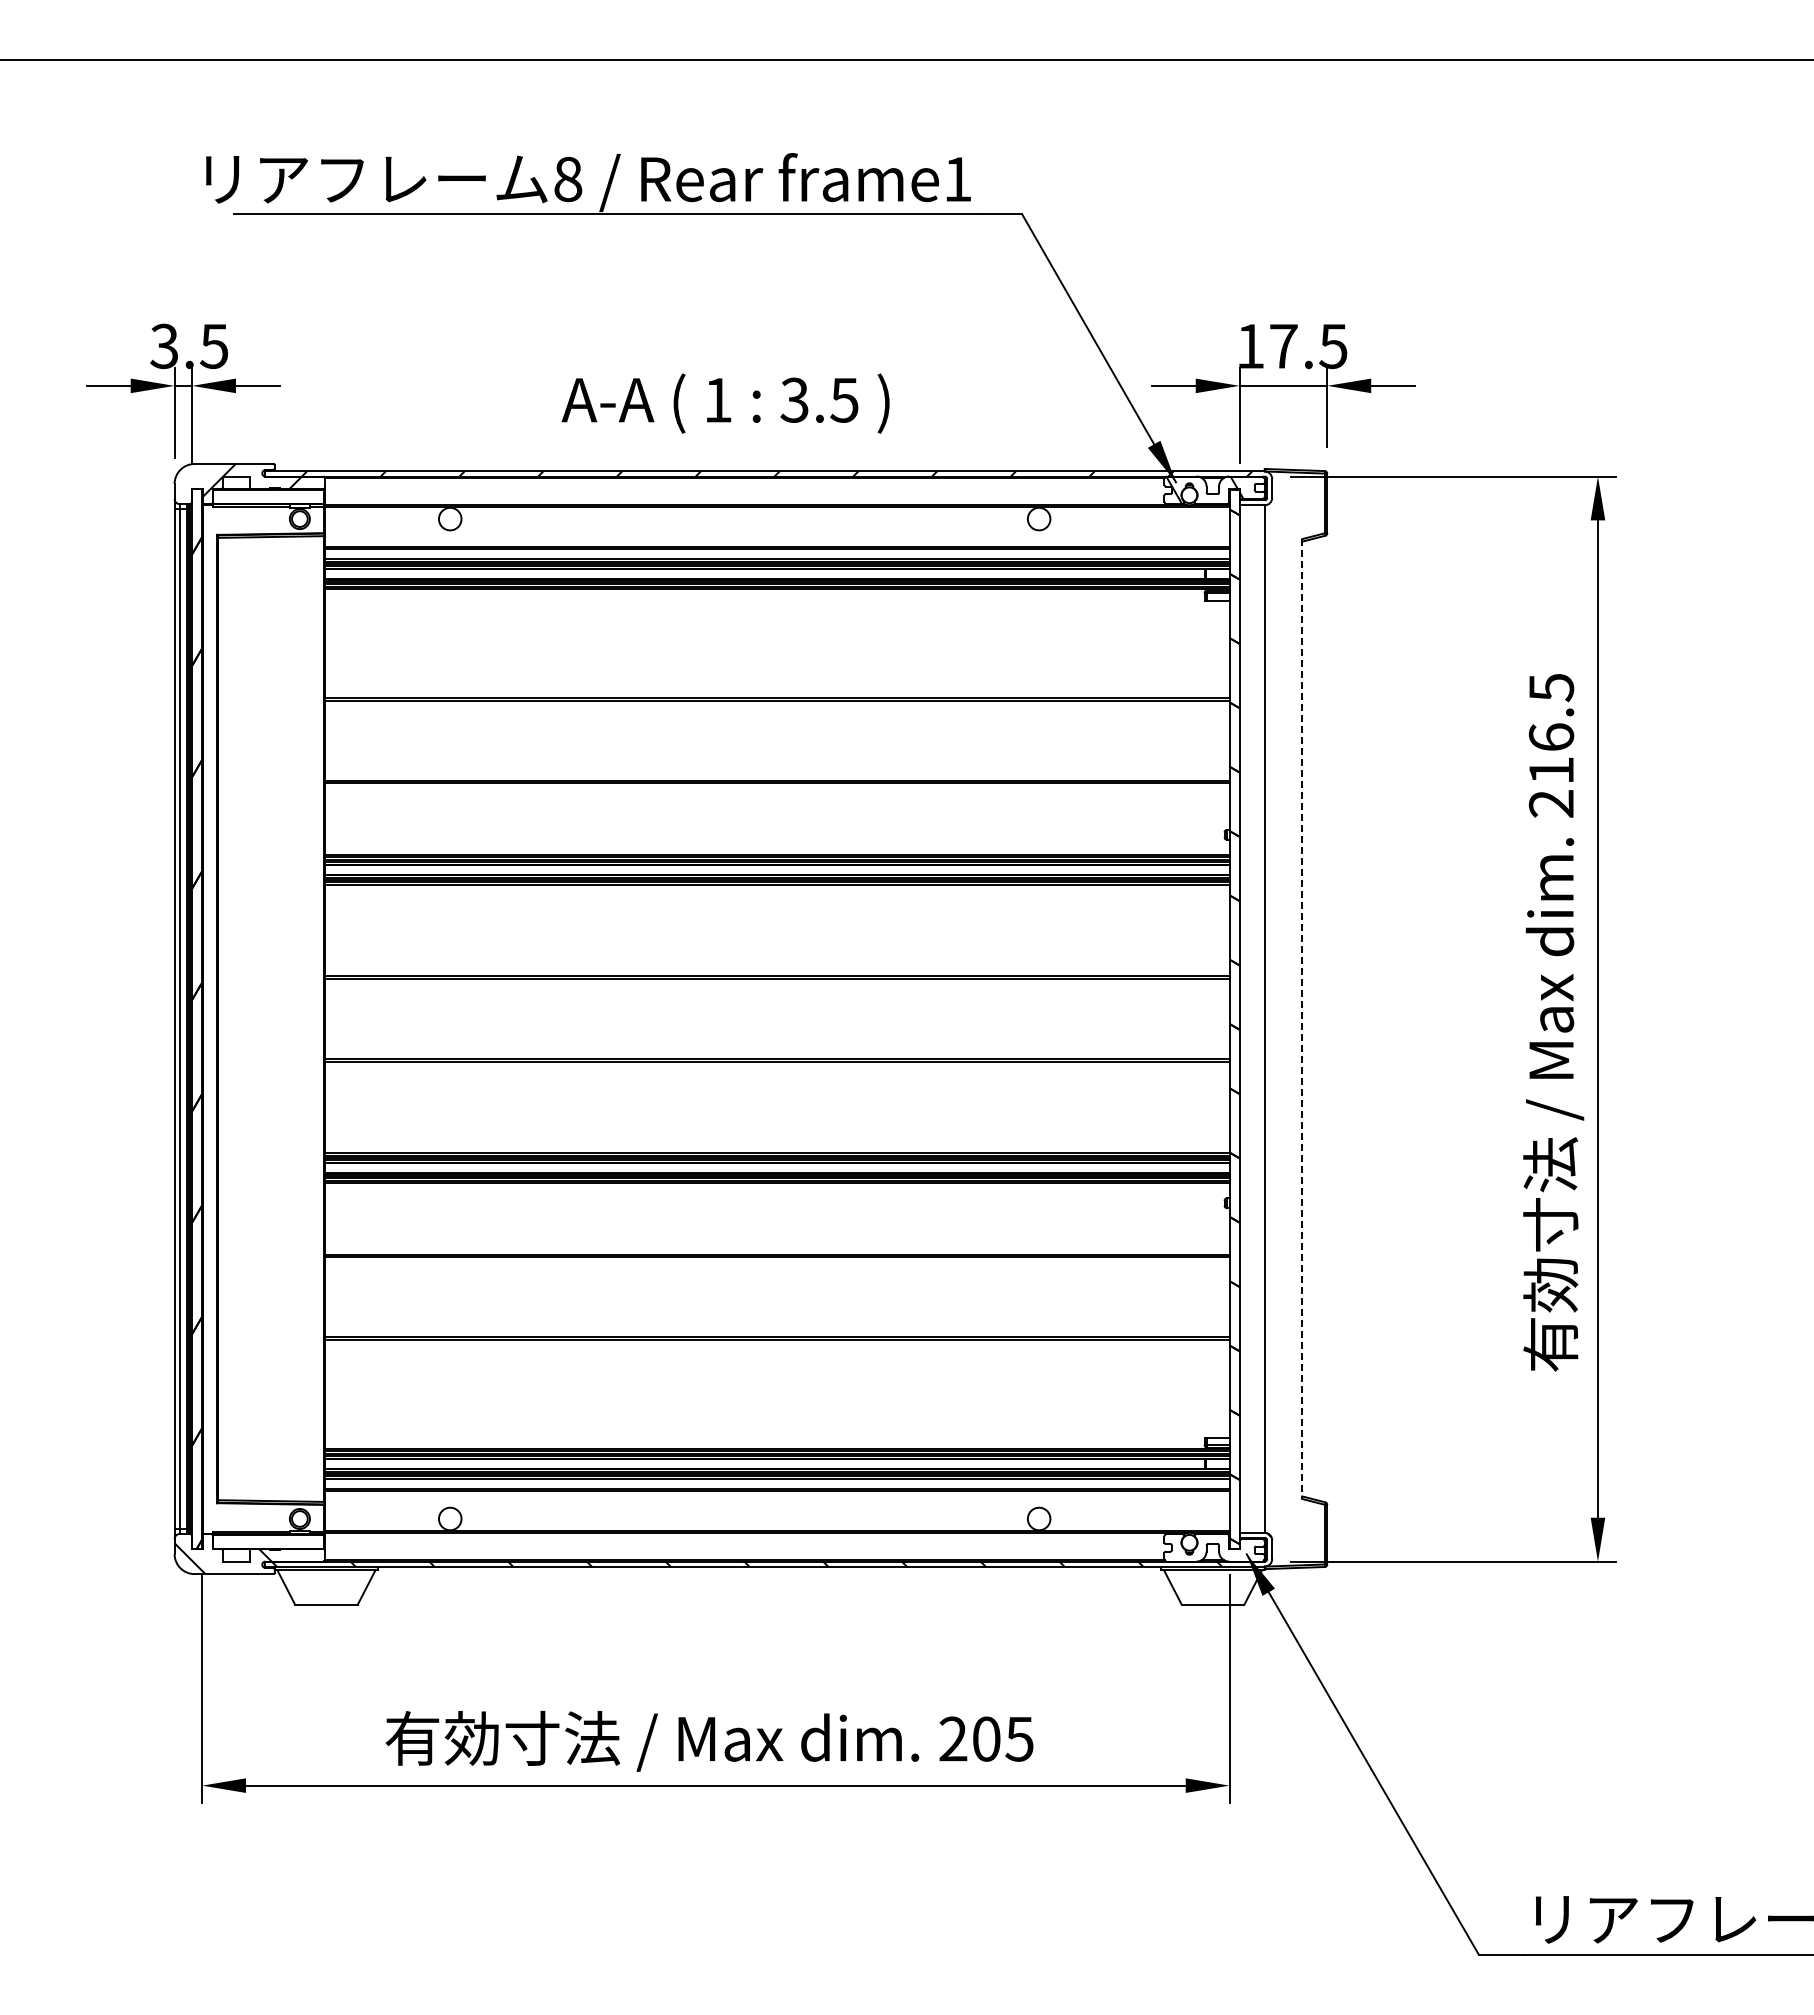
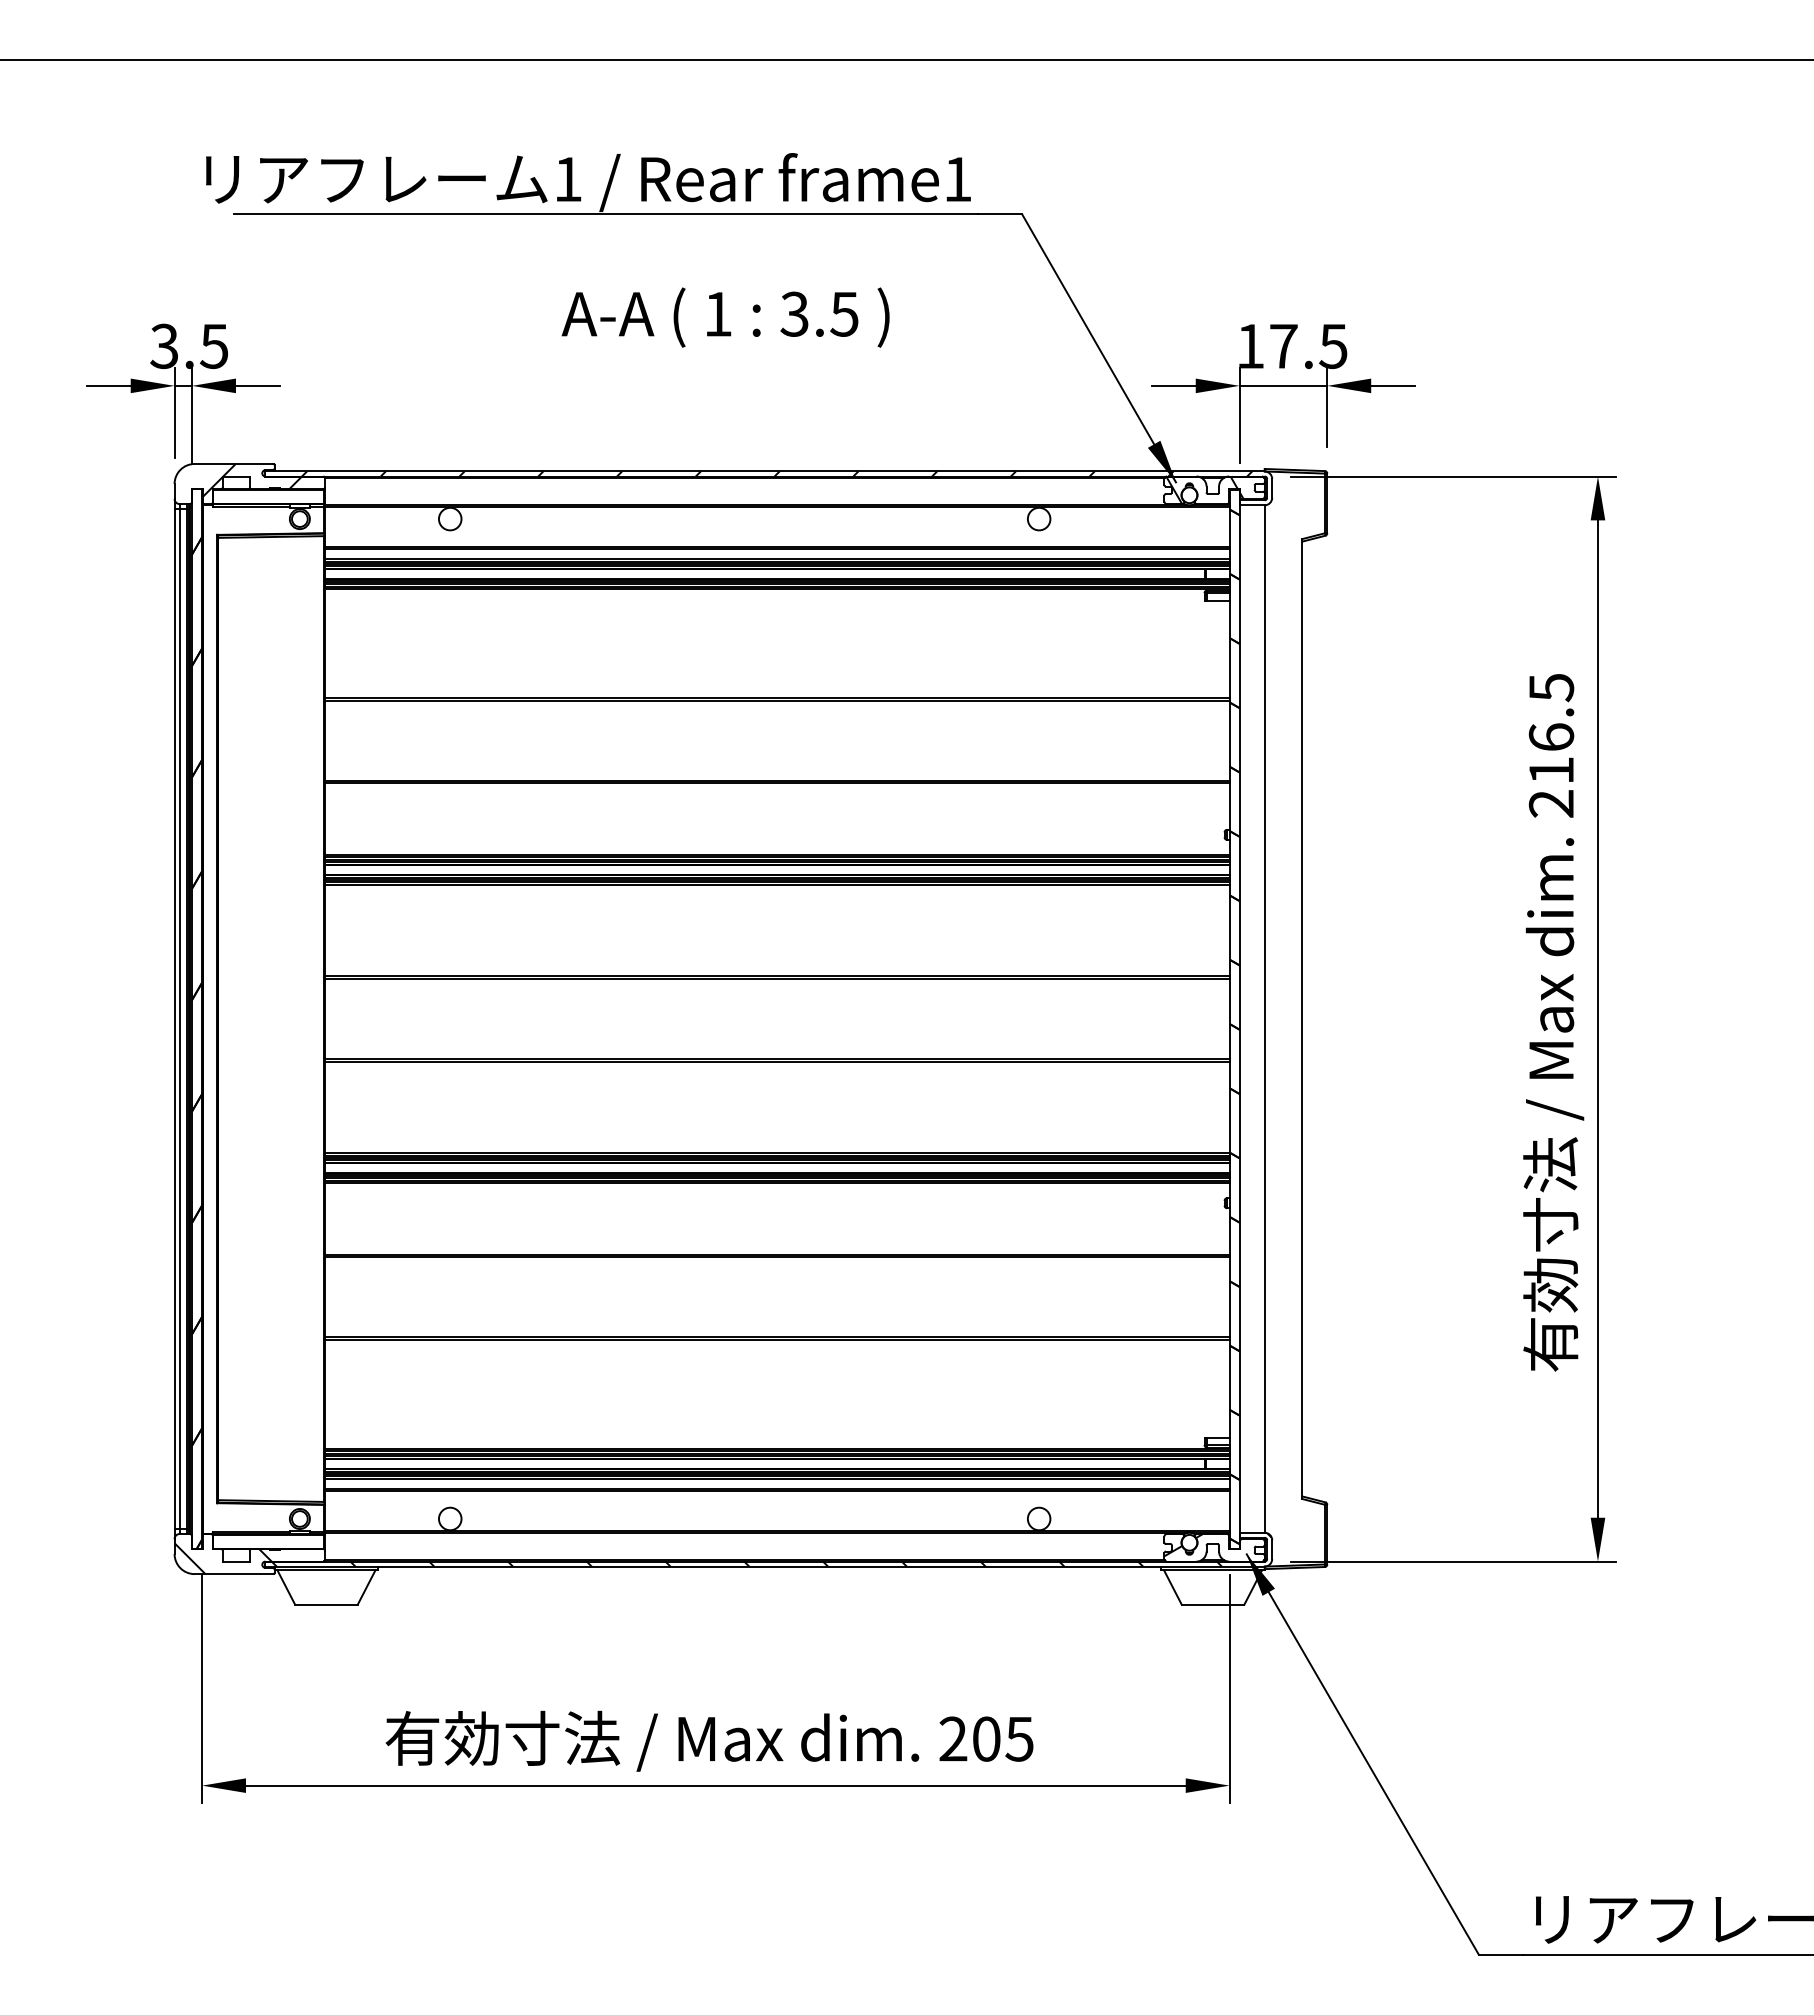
text at (568, 179): 8 -> 1
text at (725, 403) position: (725, 403) -> (725, 317)
line at (1302, 1019): dashed -> solid
hatch at (1183, 1545): none -> present
